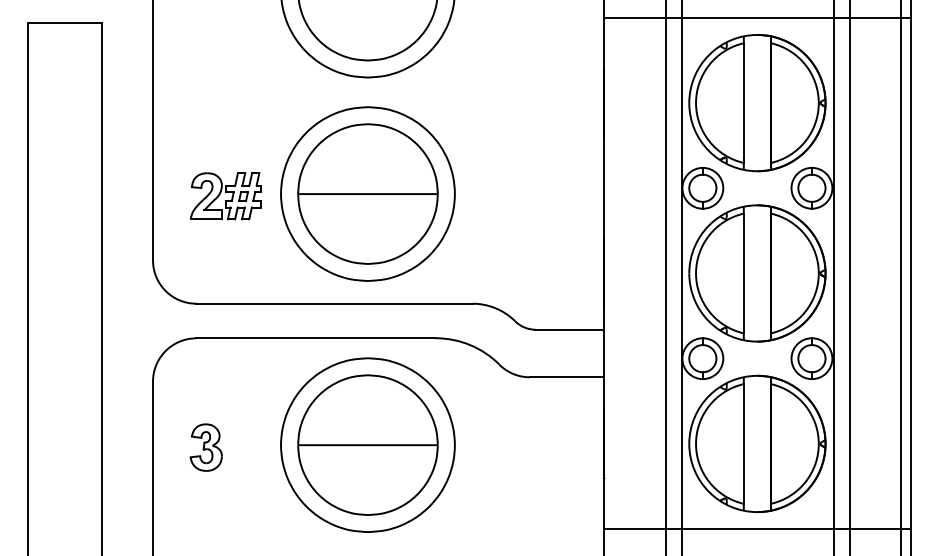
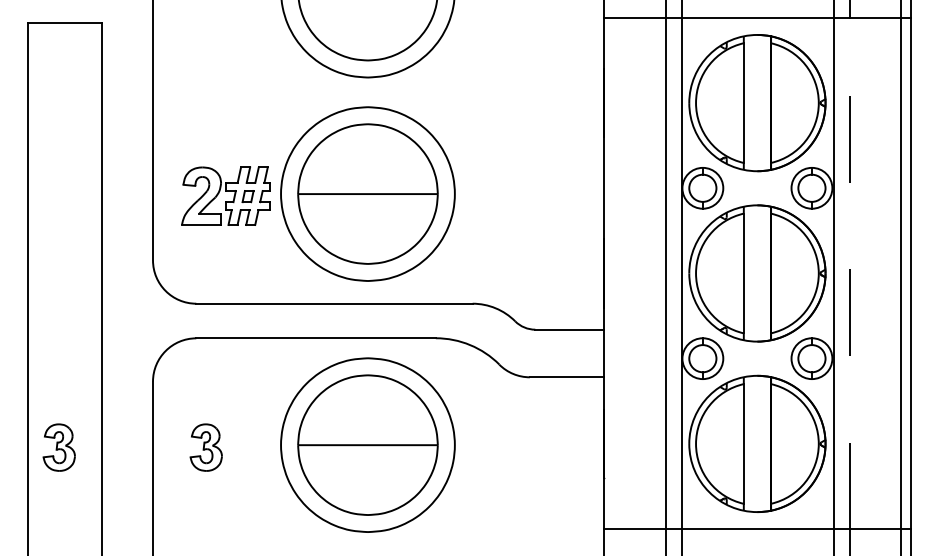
part at (225, 196) size: 73x49 px -> 90x60 px
line at (849, 273): solid -> dashed
part at (58, 447): none -> present
